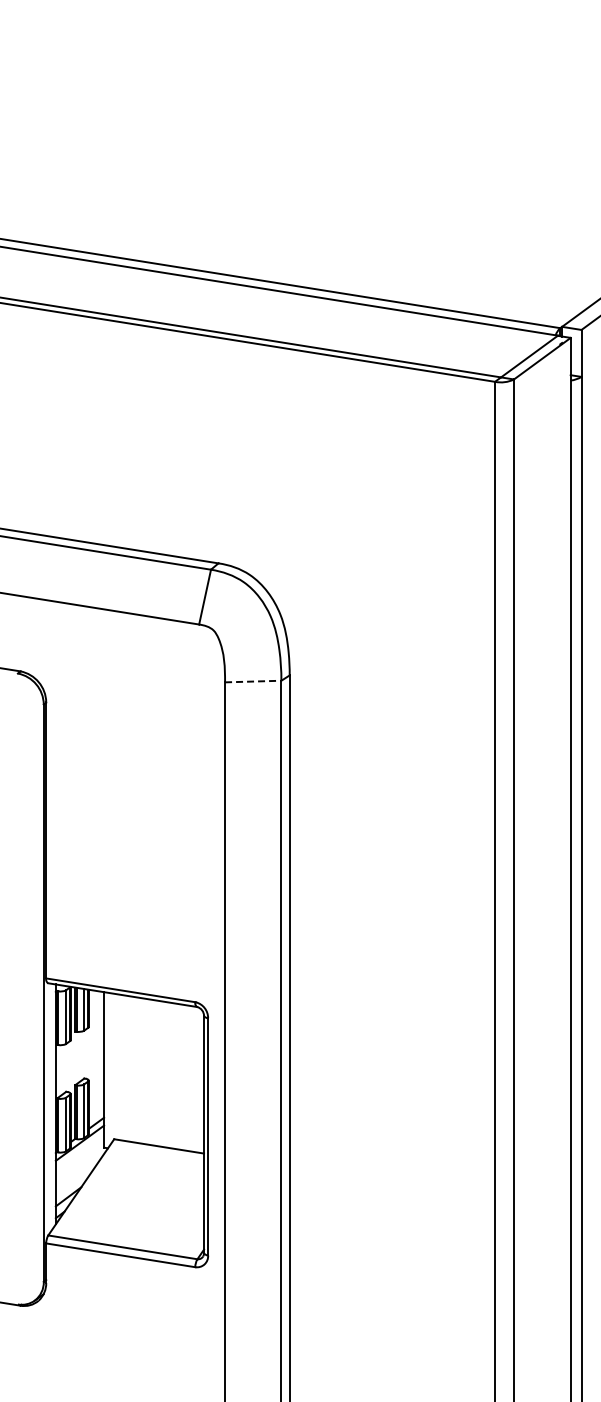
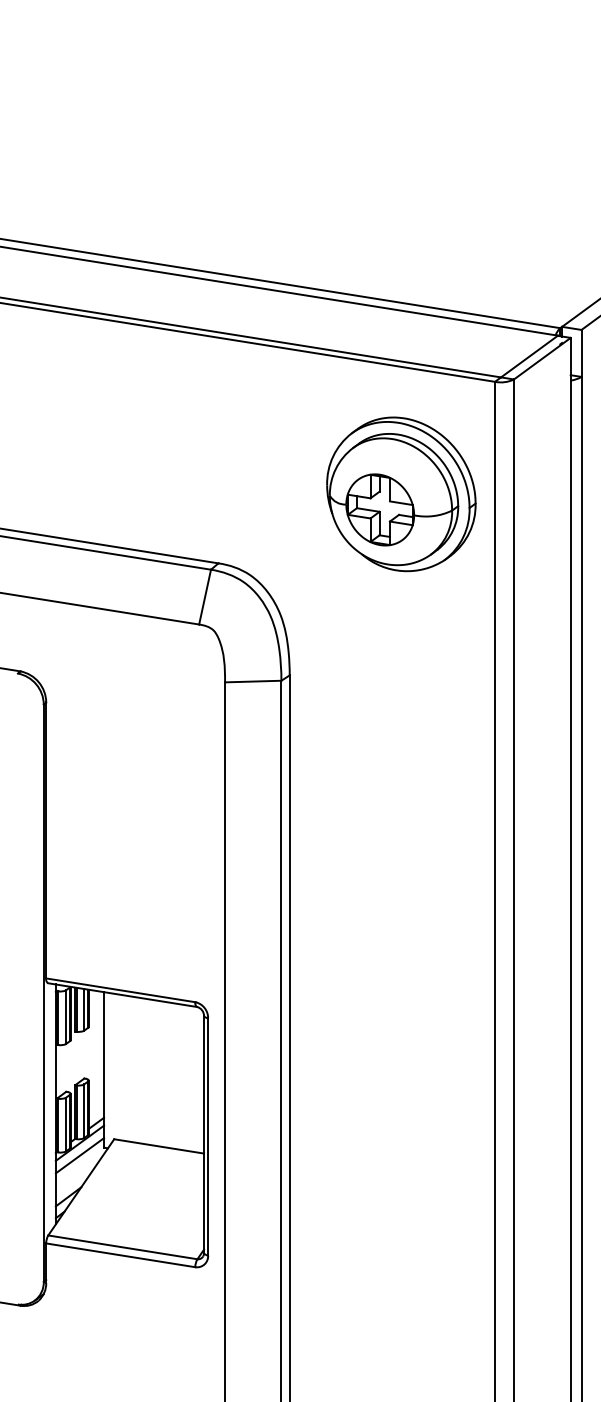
part at (401, 494): none -> present
line at (253, 681): dashed -> solid
line at (79, 1155): none -> present
